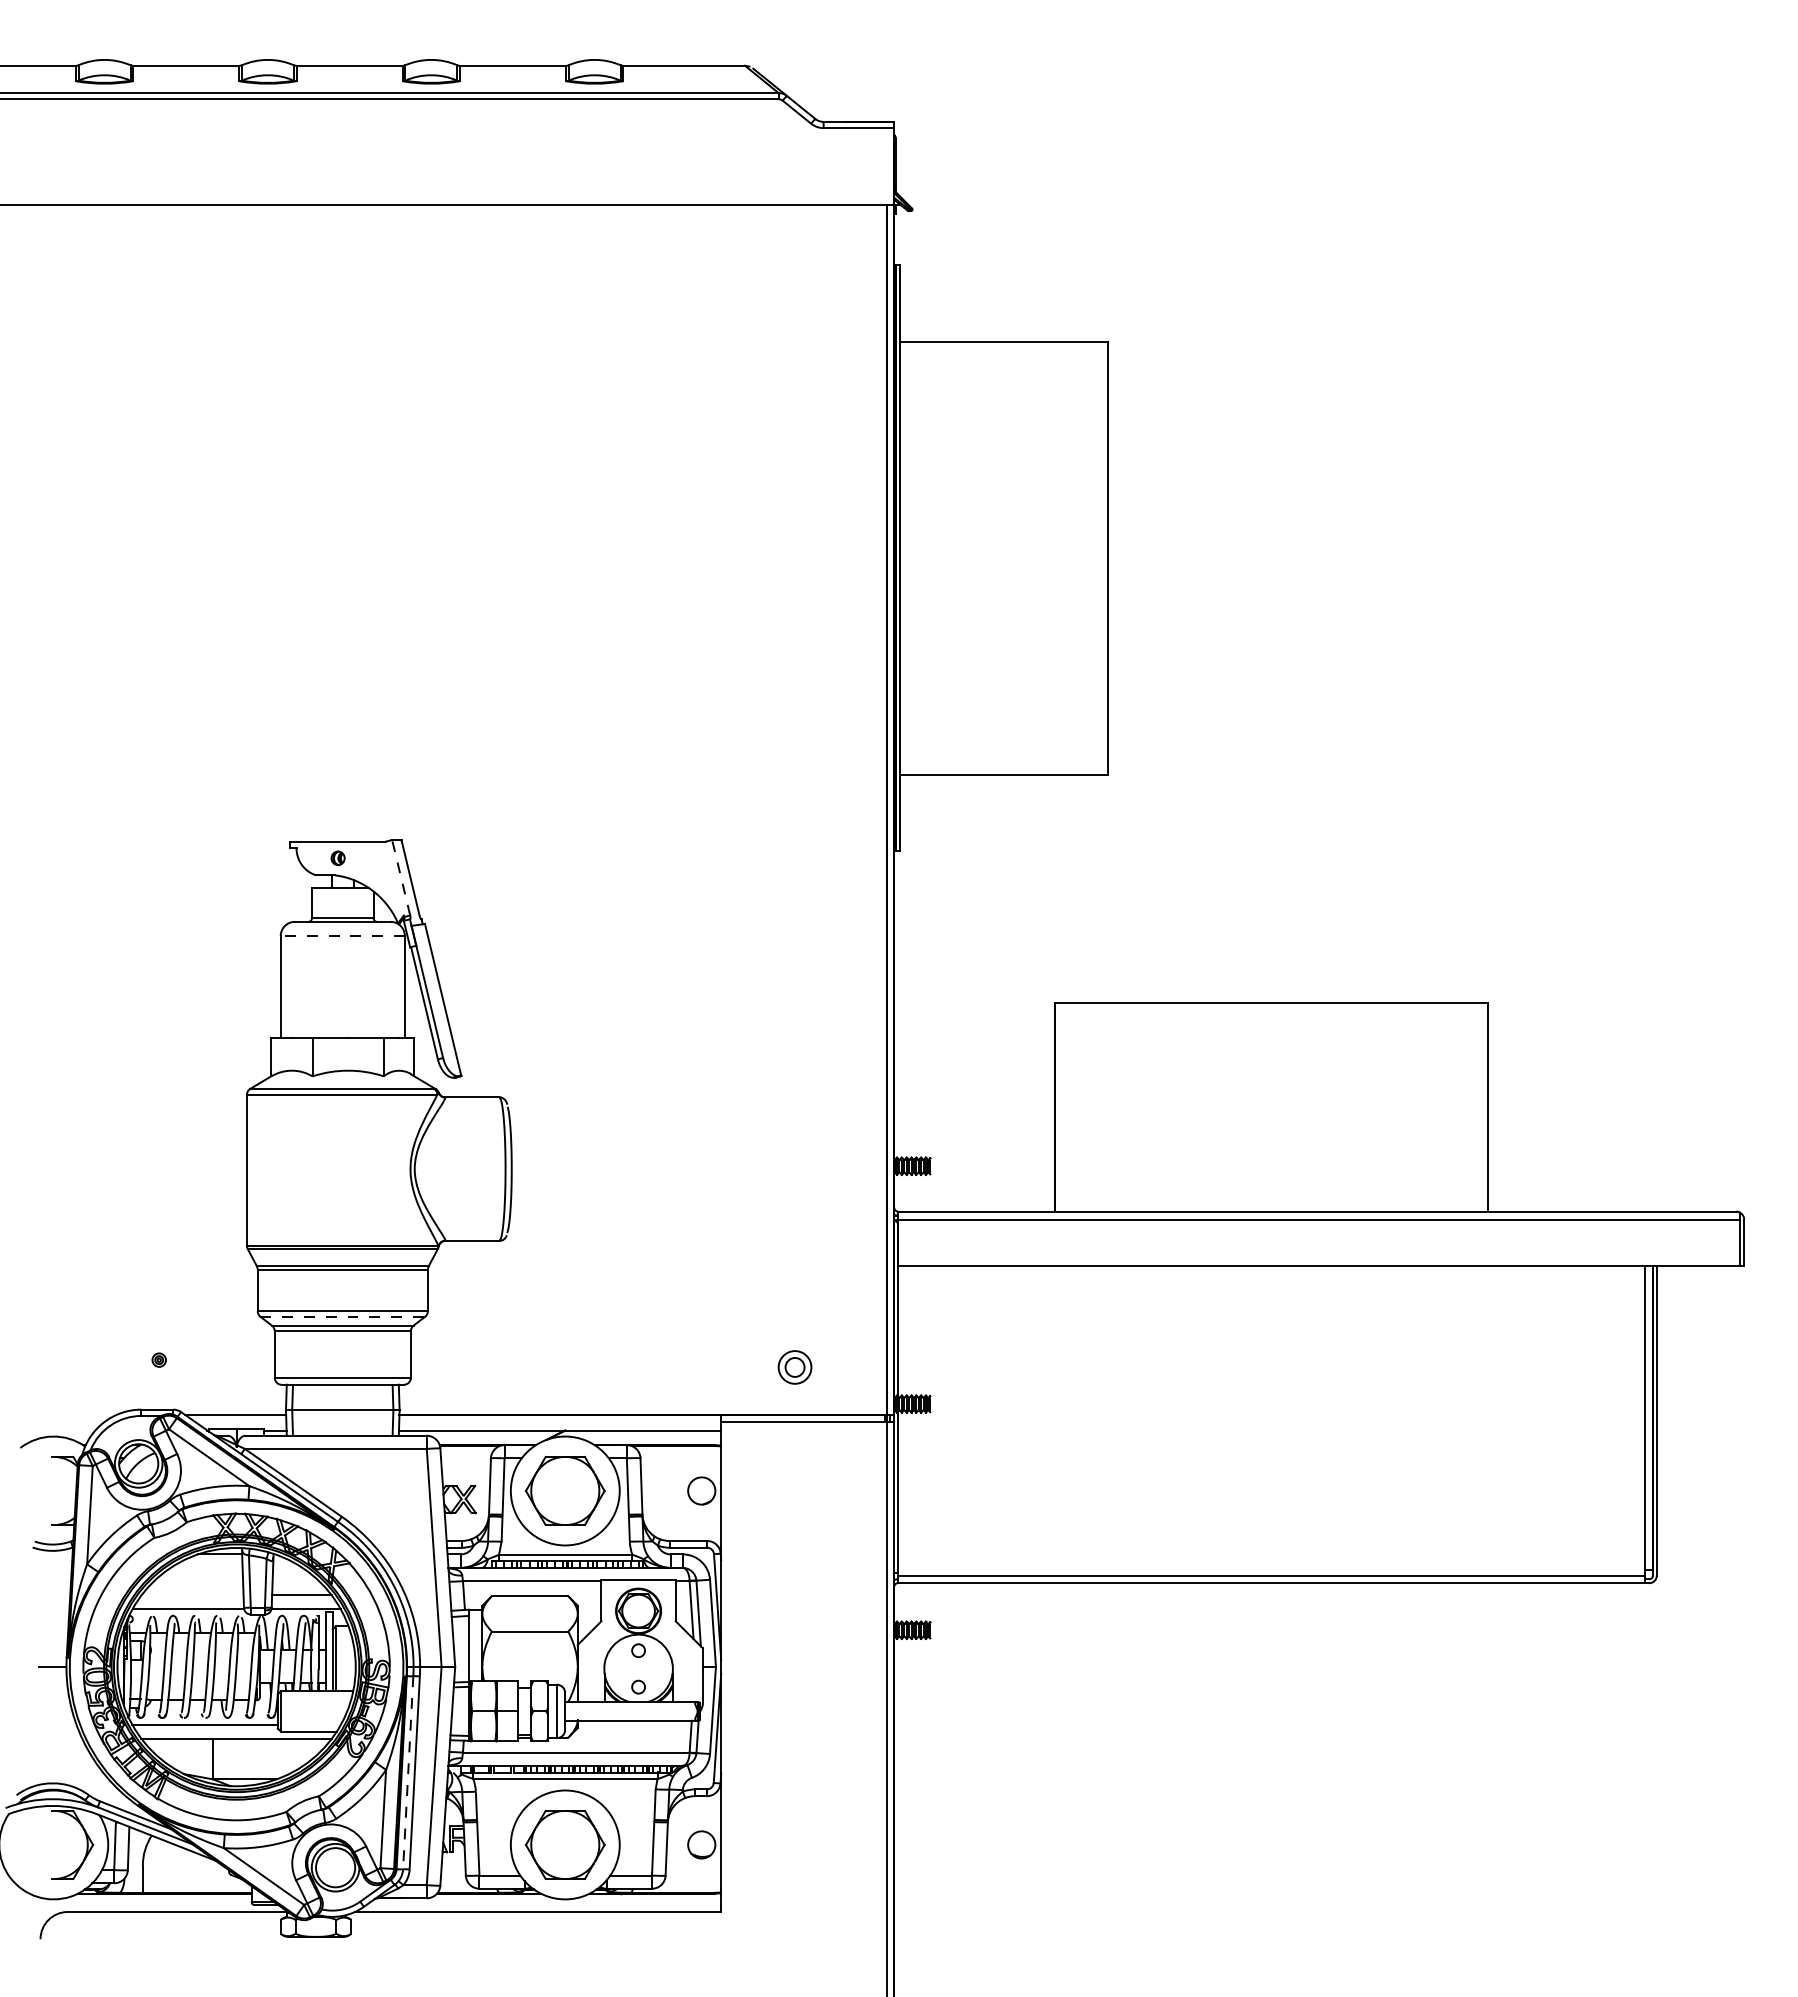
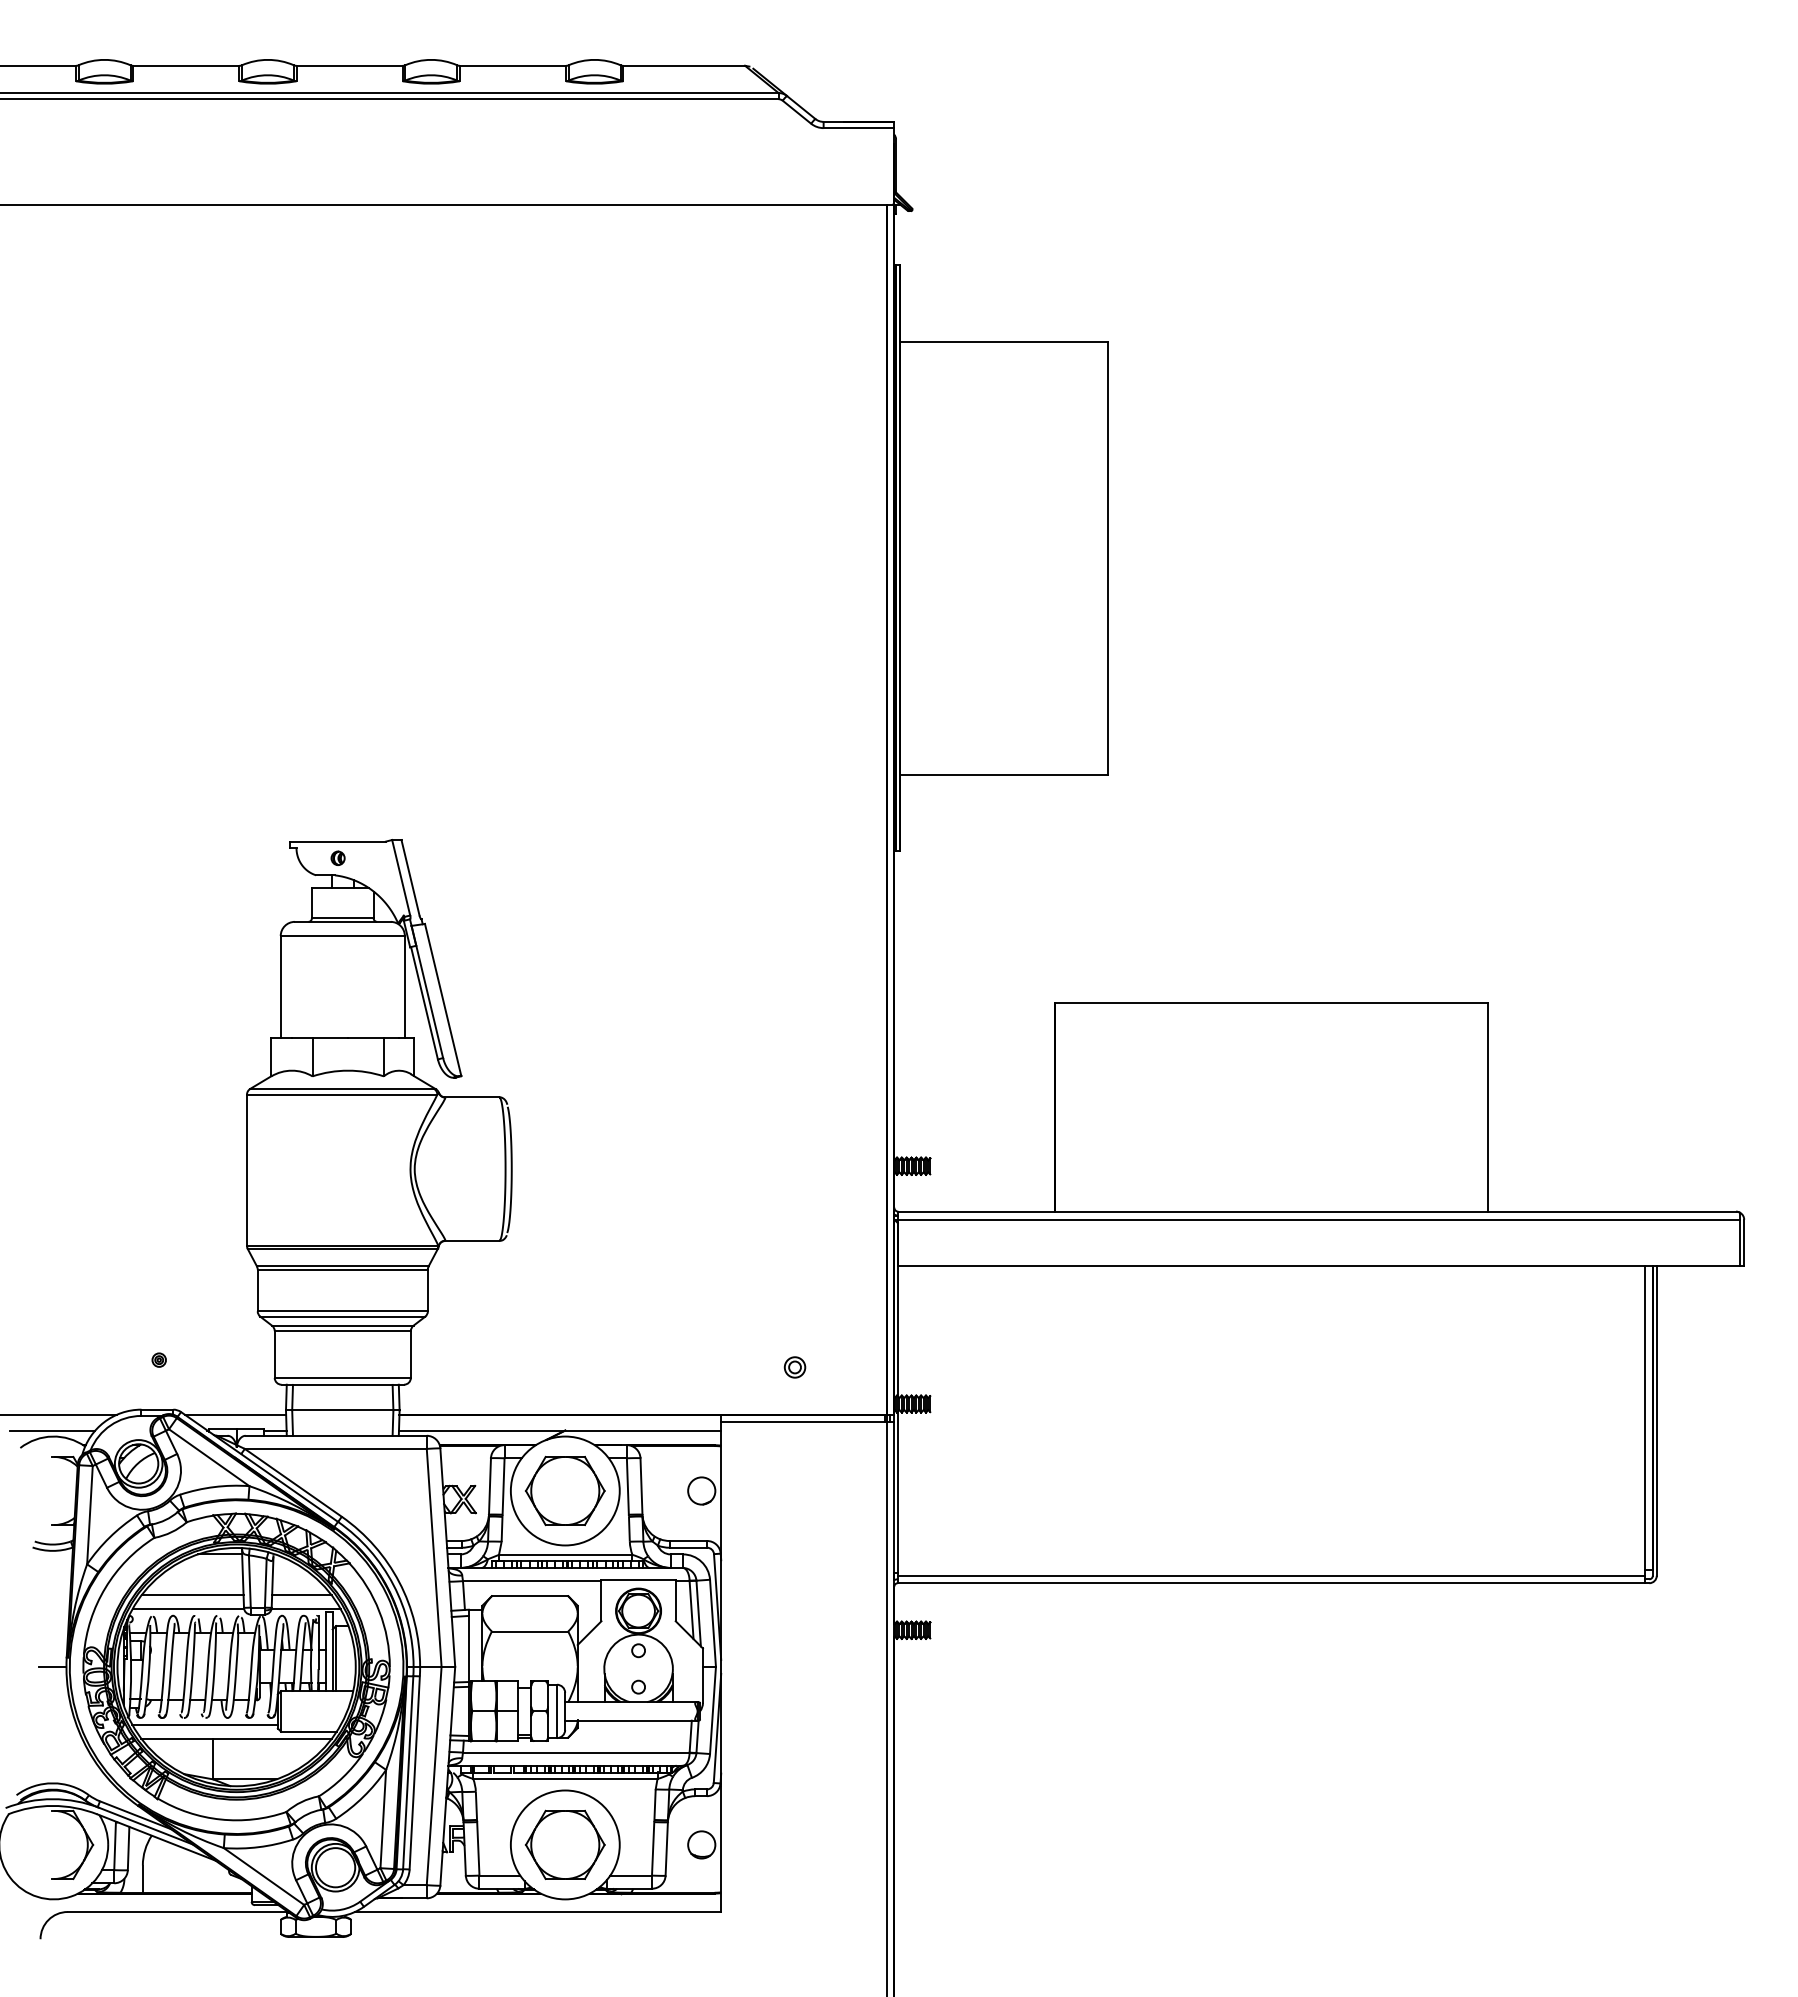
line at (401, 877): dashed -> solid
line at (342, 936): dashed -> solid
line at (343, 1316): dashed -> solid
part at (794, 1367) size: 36x35 px -> 24x23 px
line at (59, 1414): none -> present
line at (52, 1430): none -> present
line at (192, 1595): none -> present
line at (408, 1772): dashed -> solid
